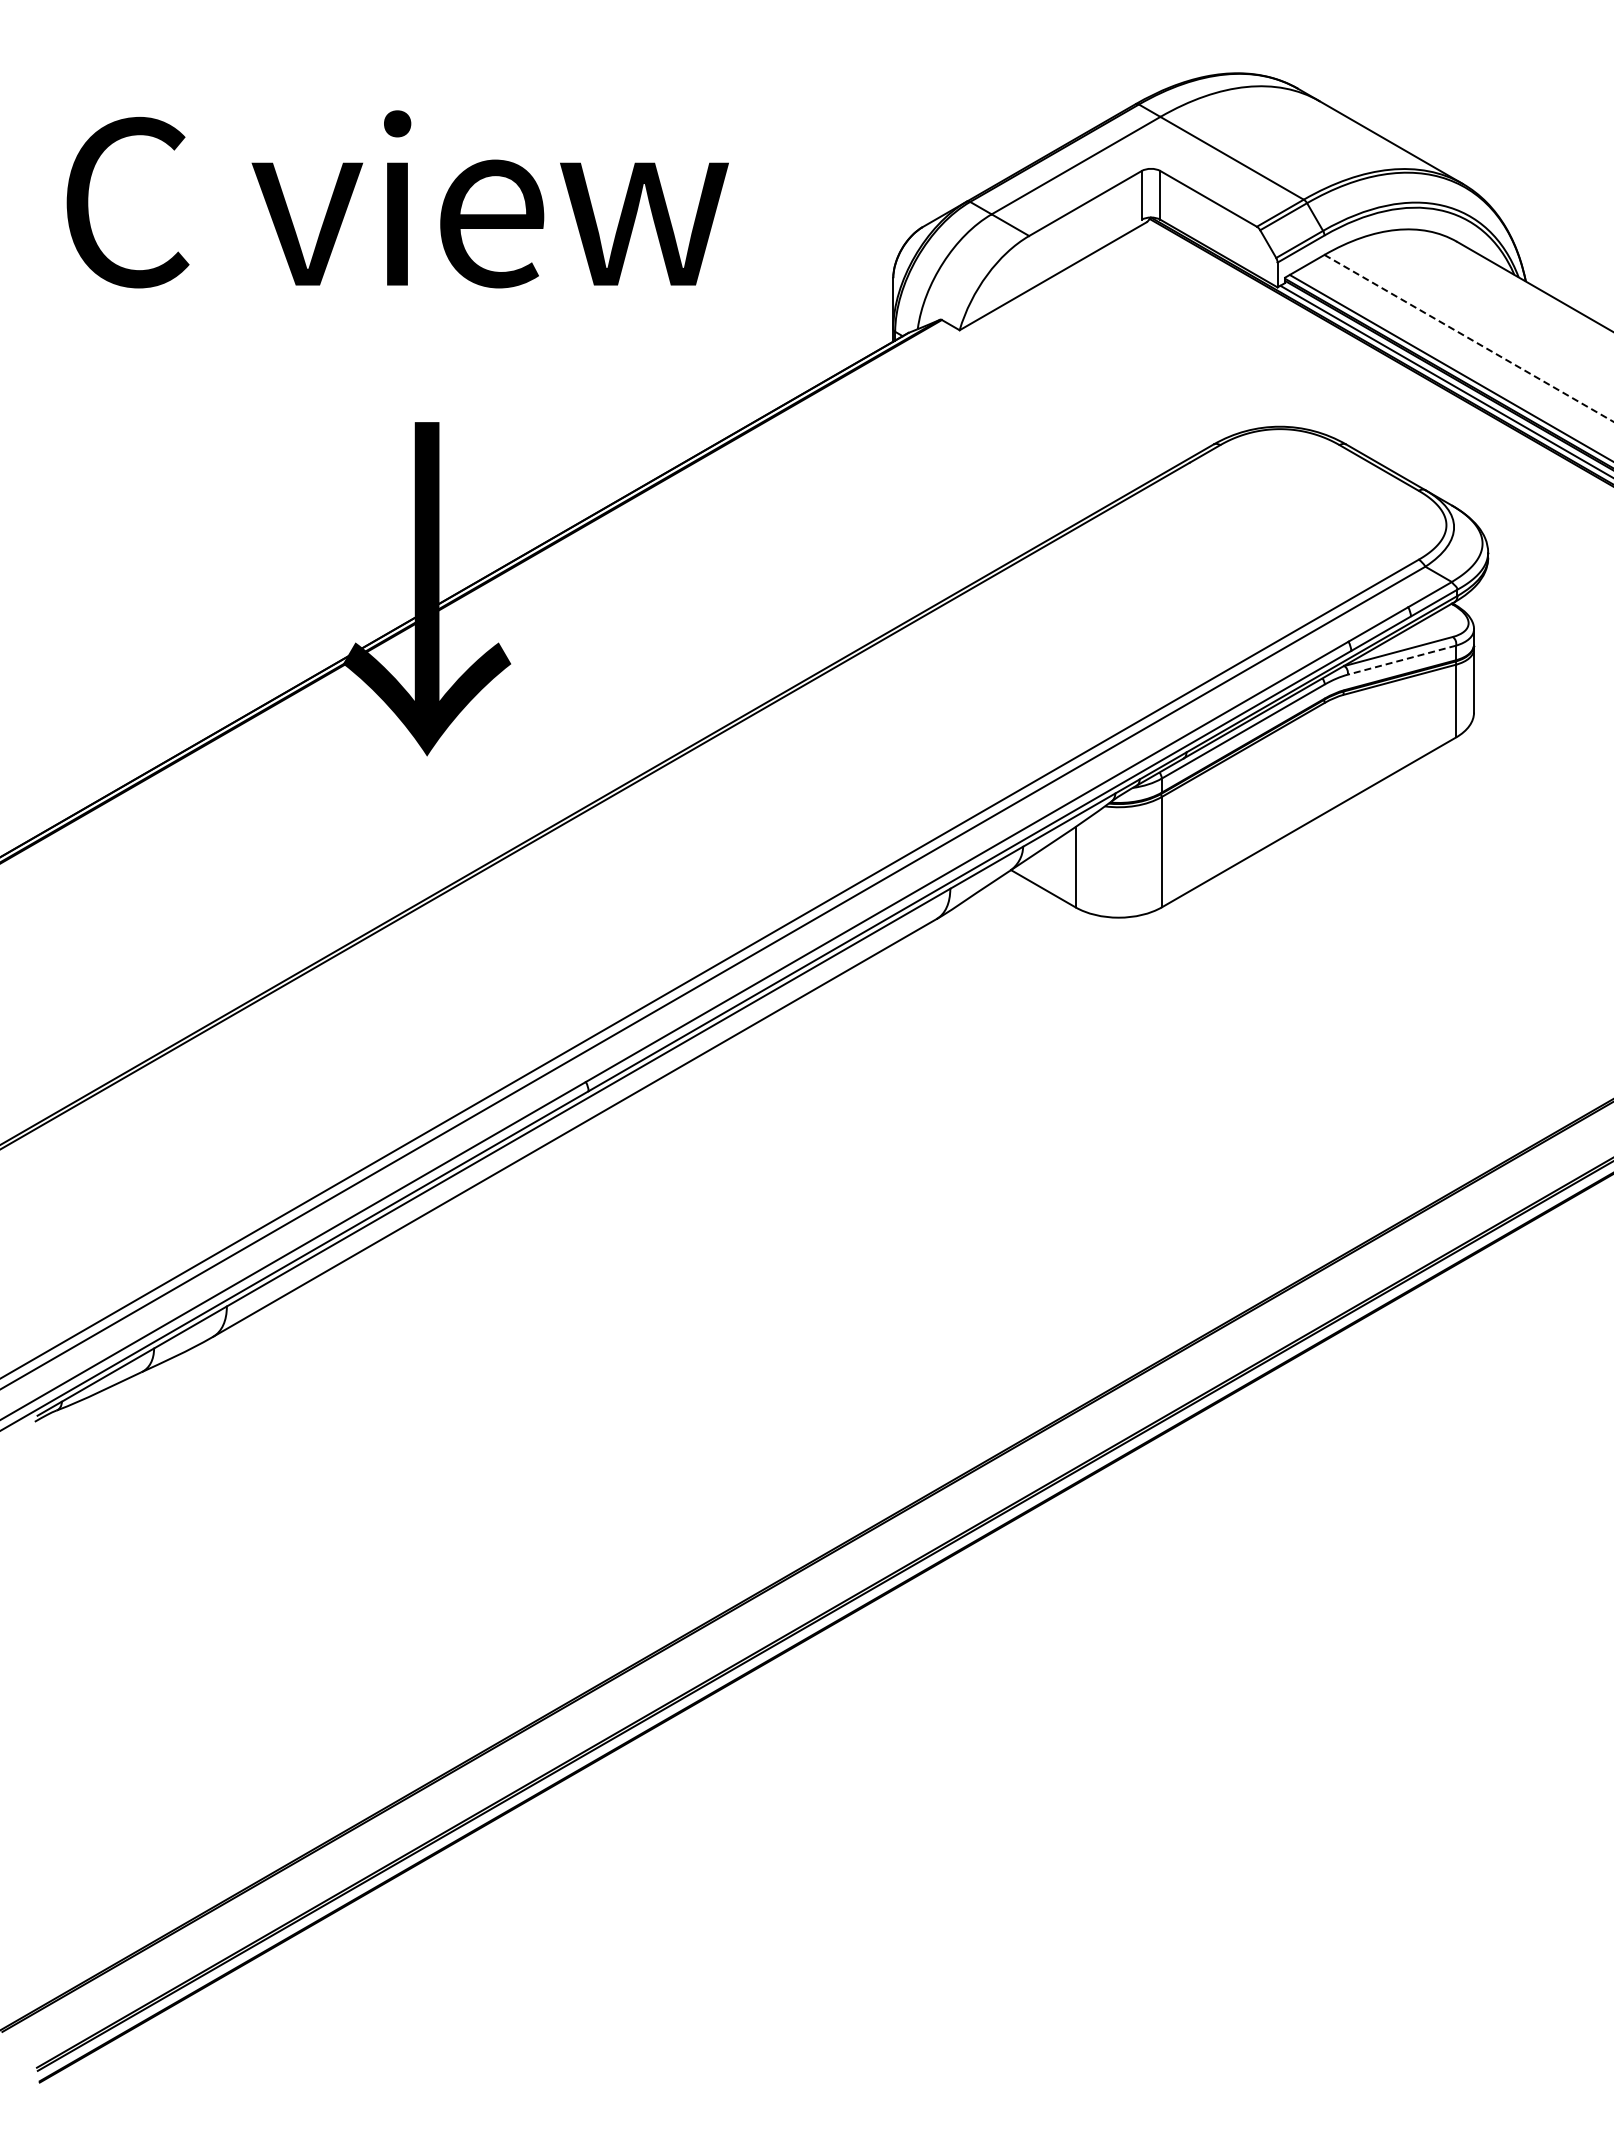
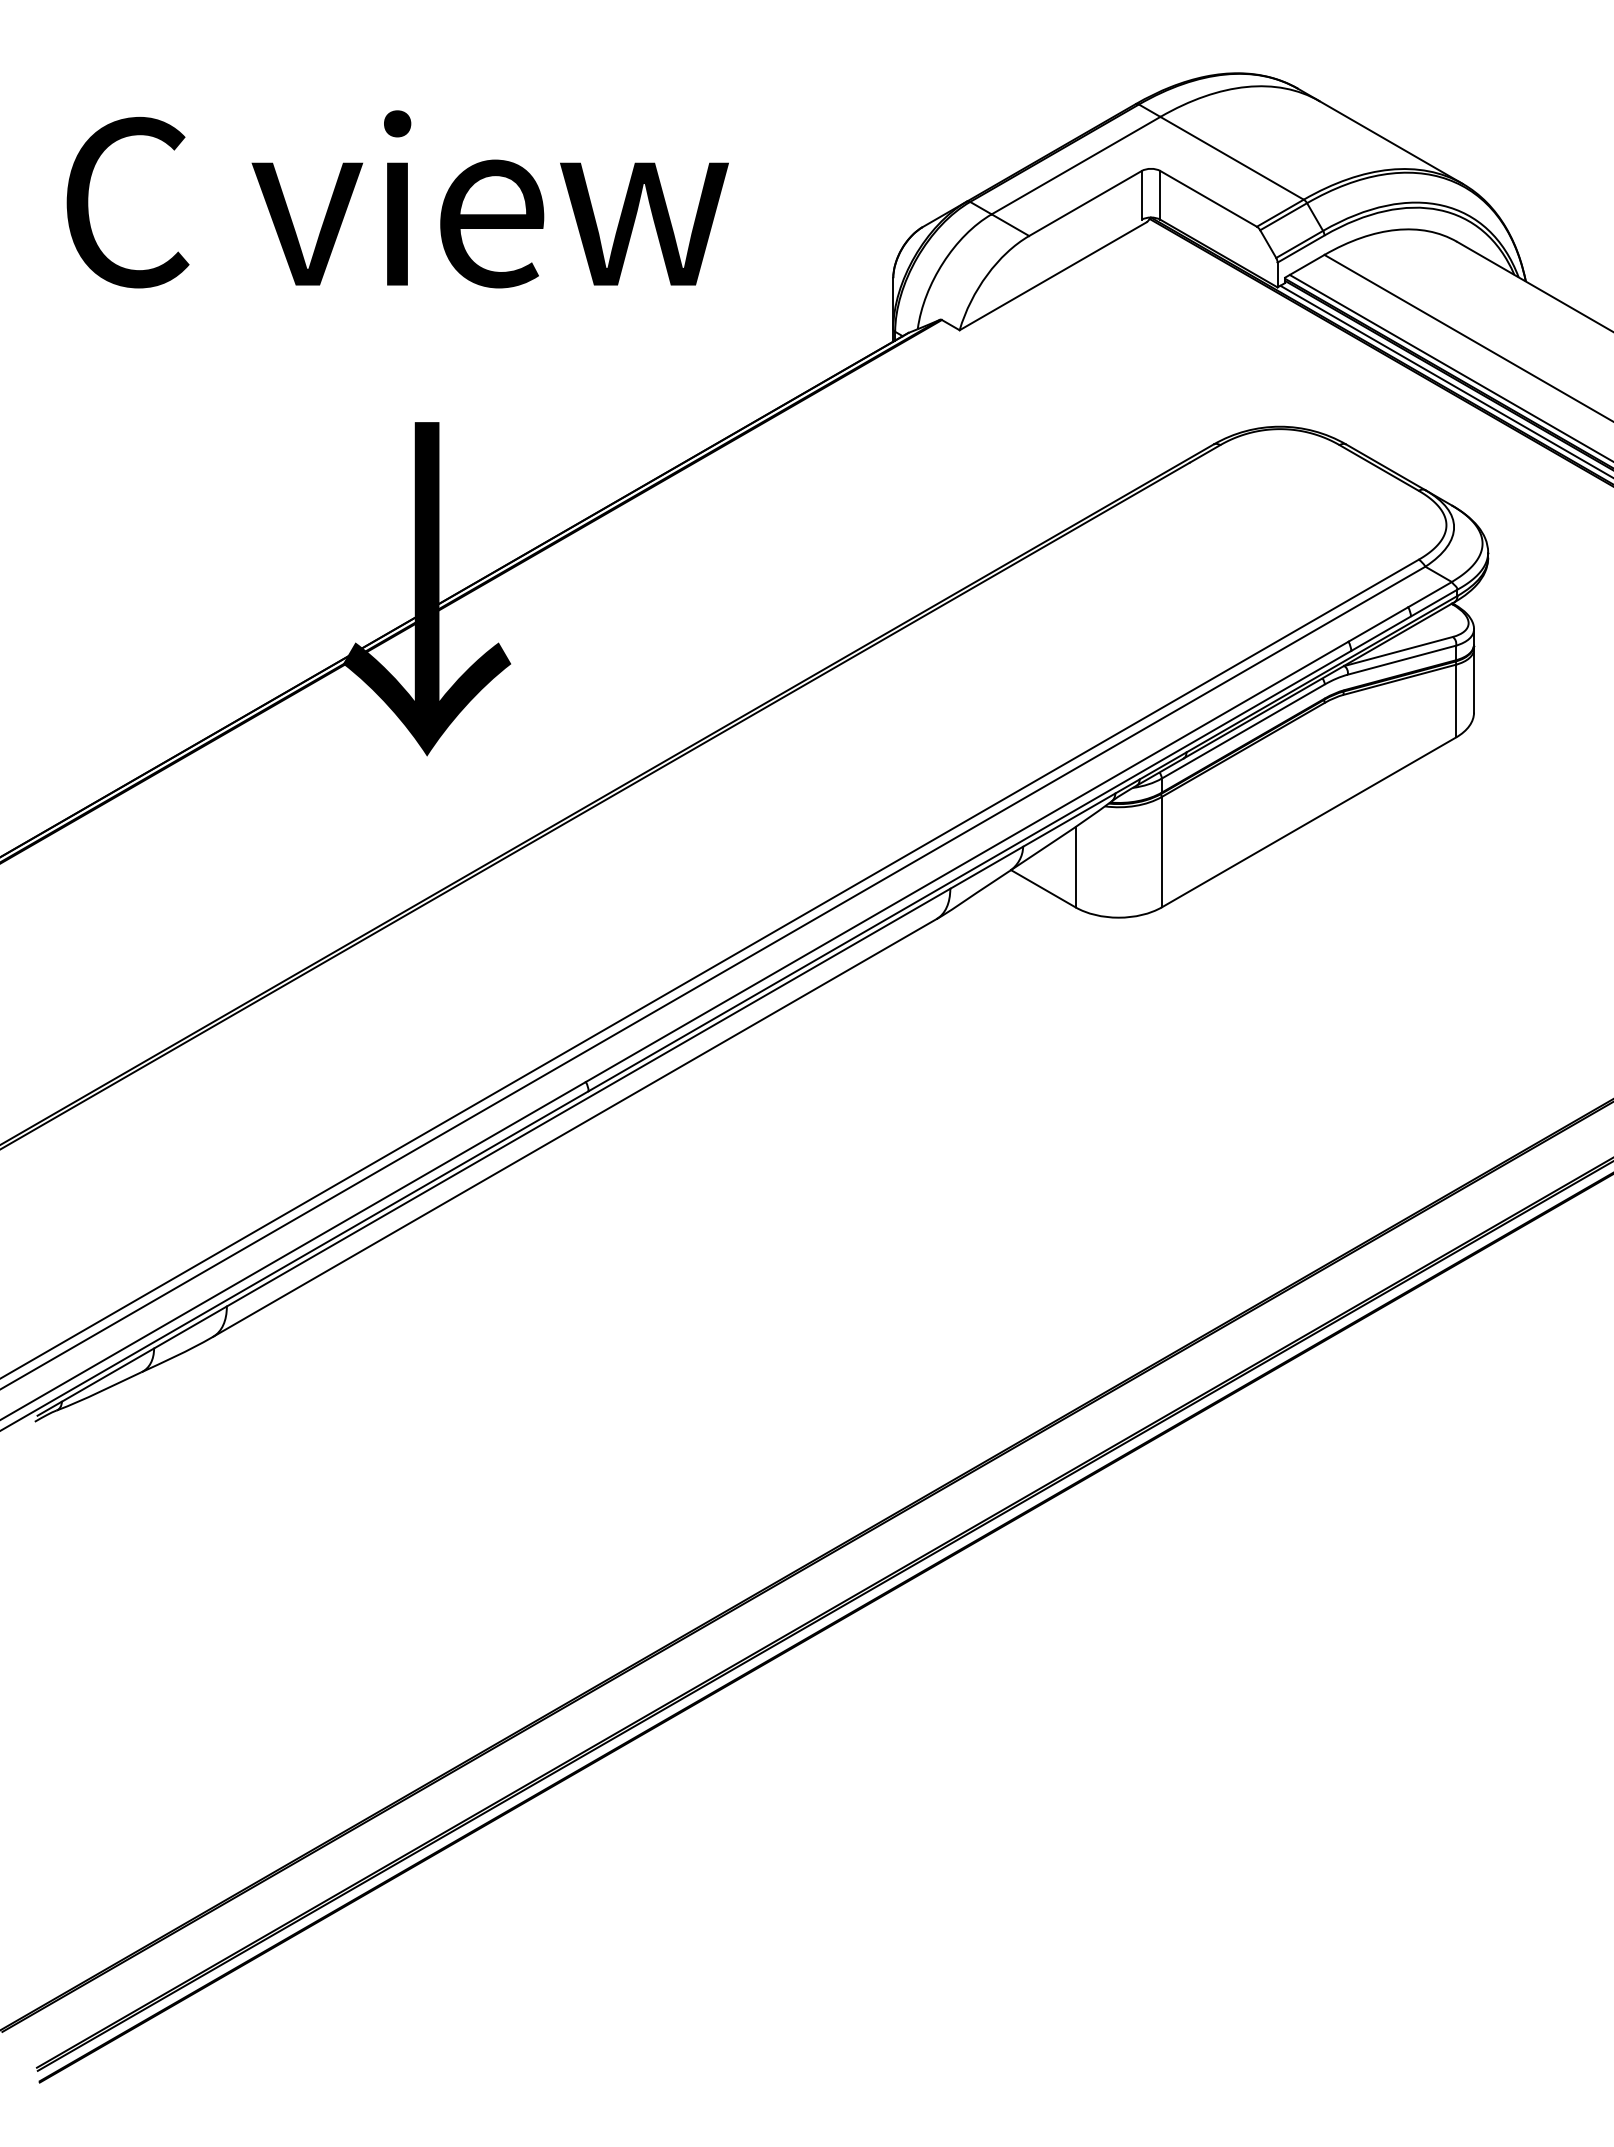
line at (1469, 338): dashed -> solid
line at (1401, 660): dashed -> solid
